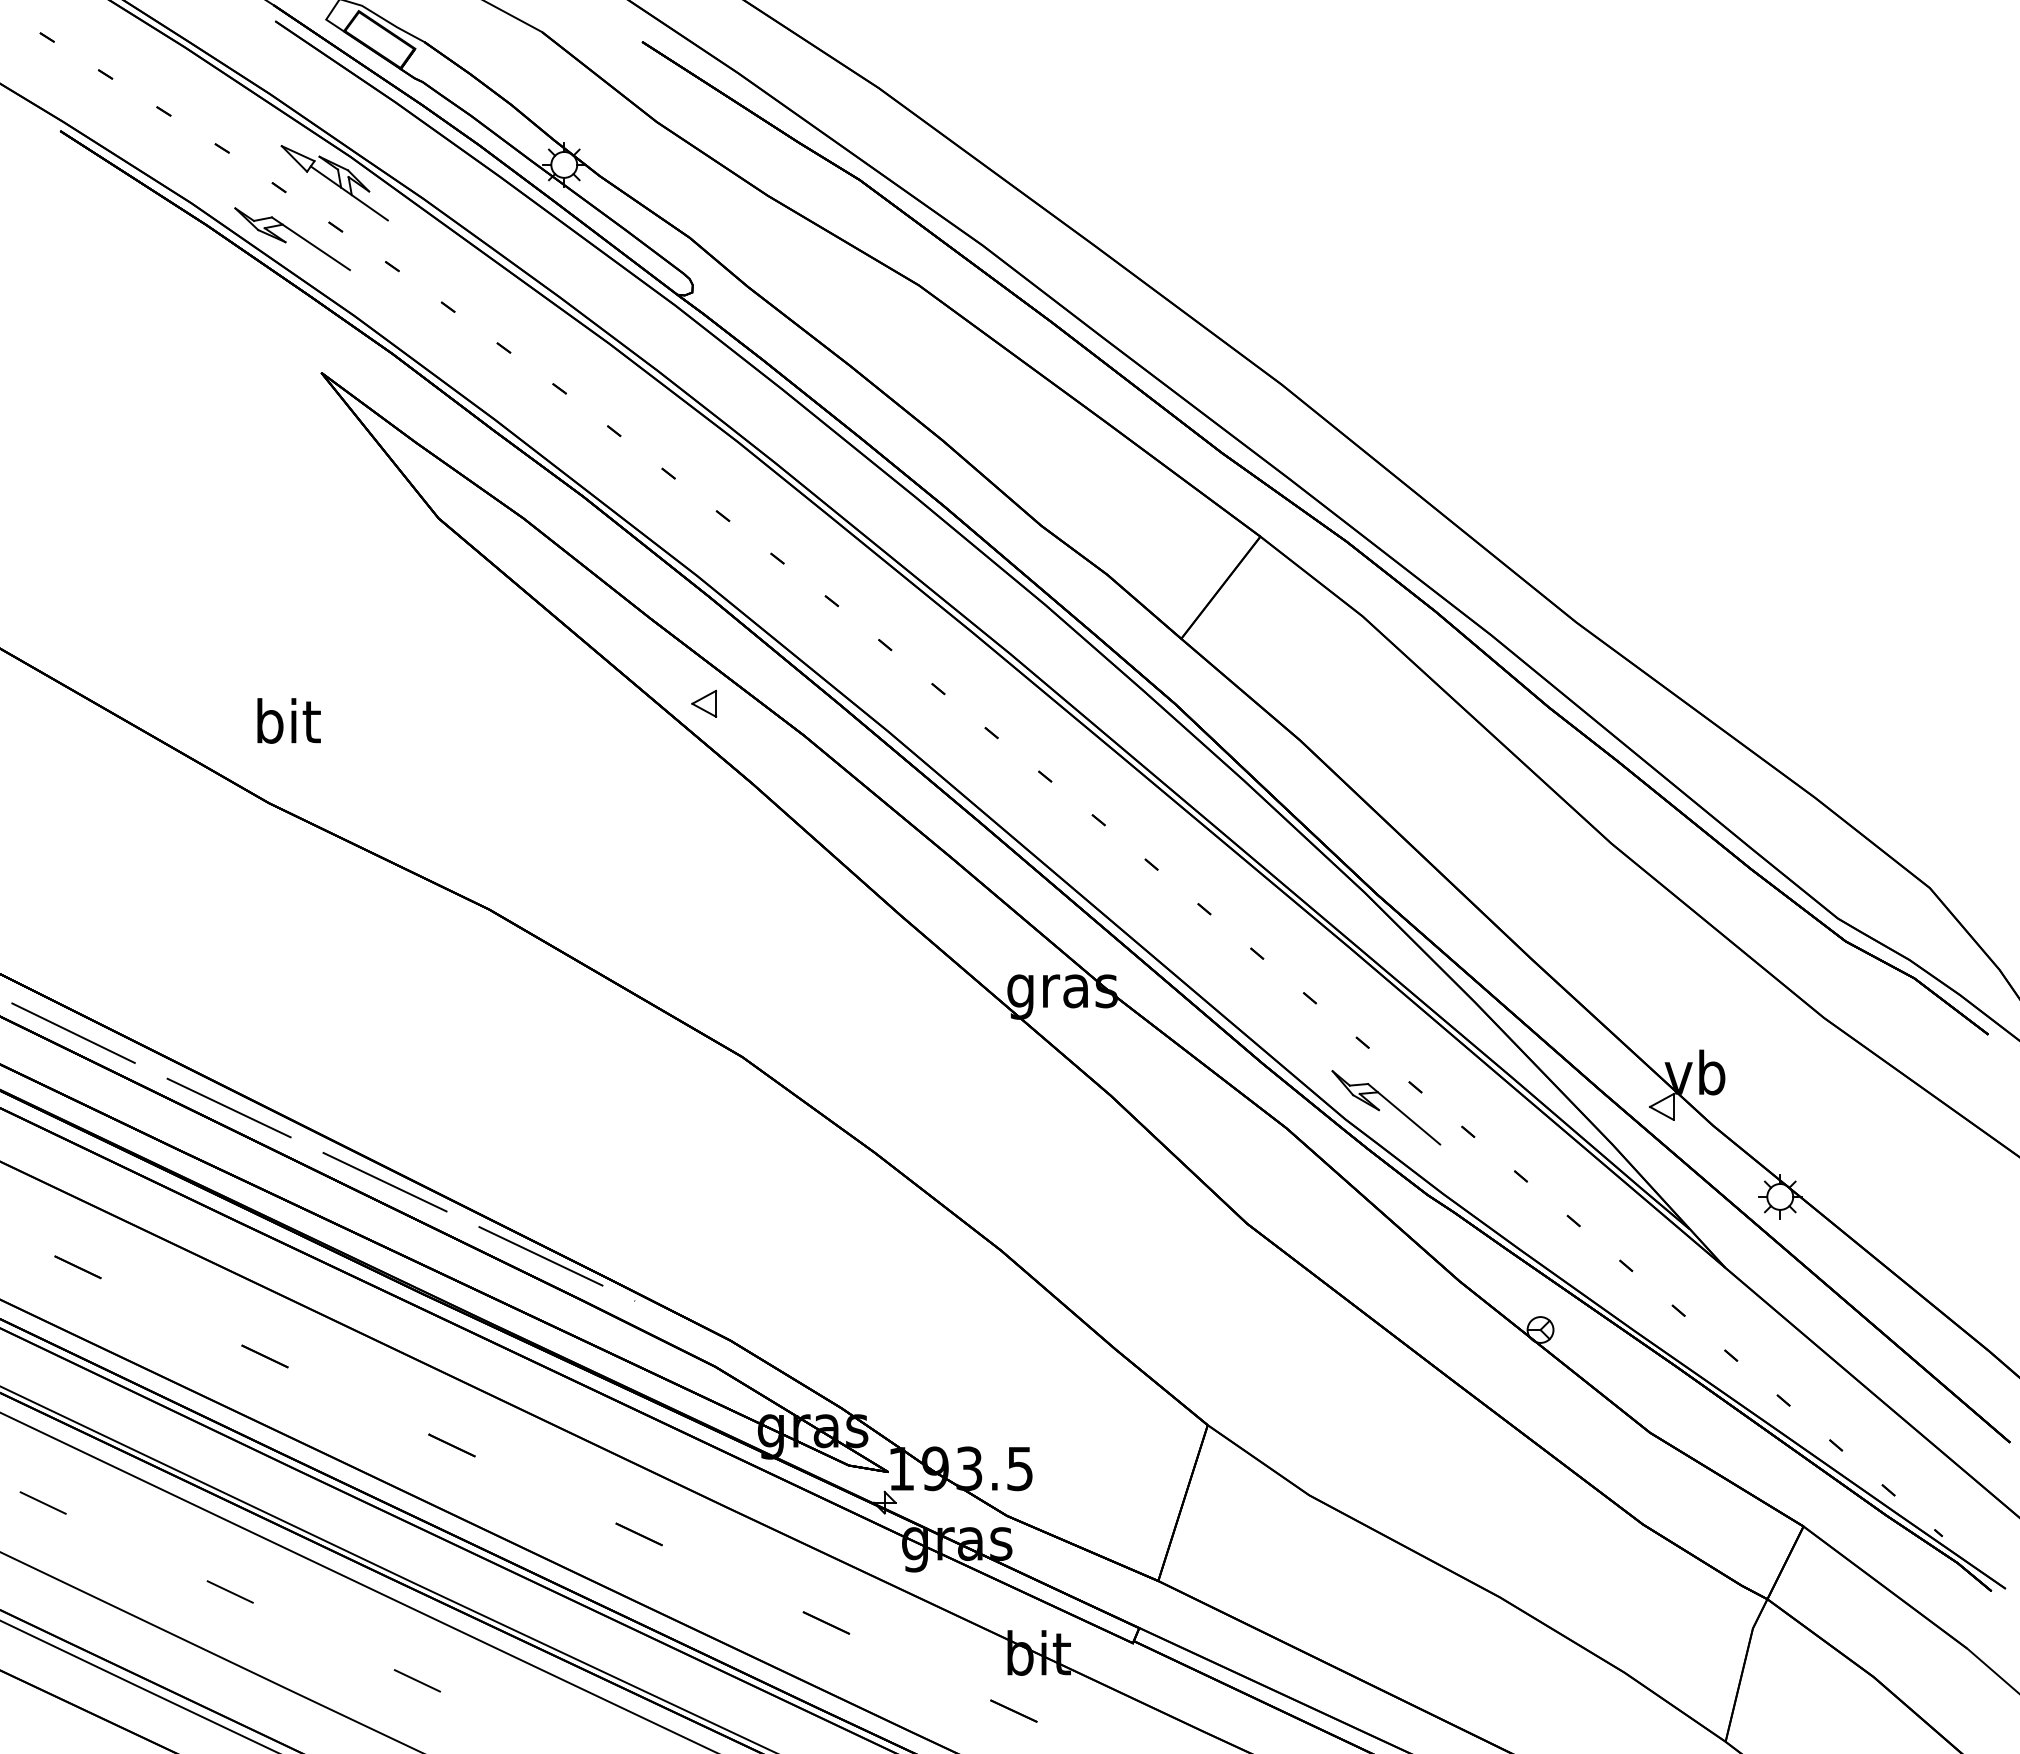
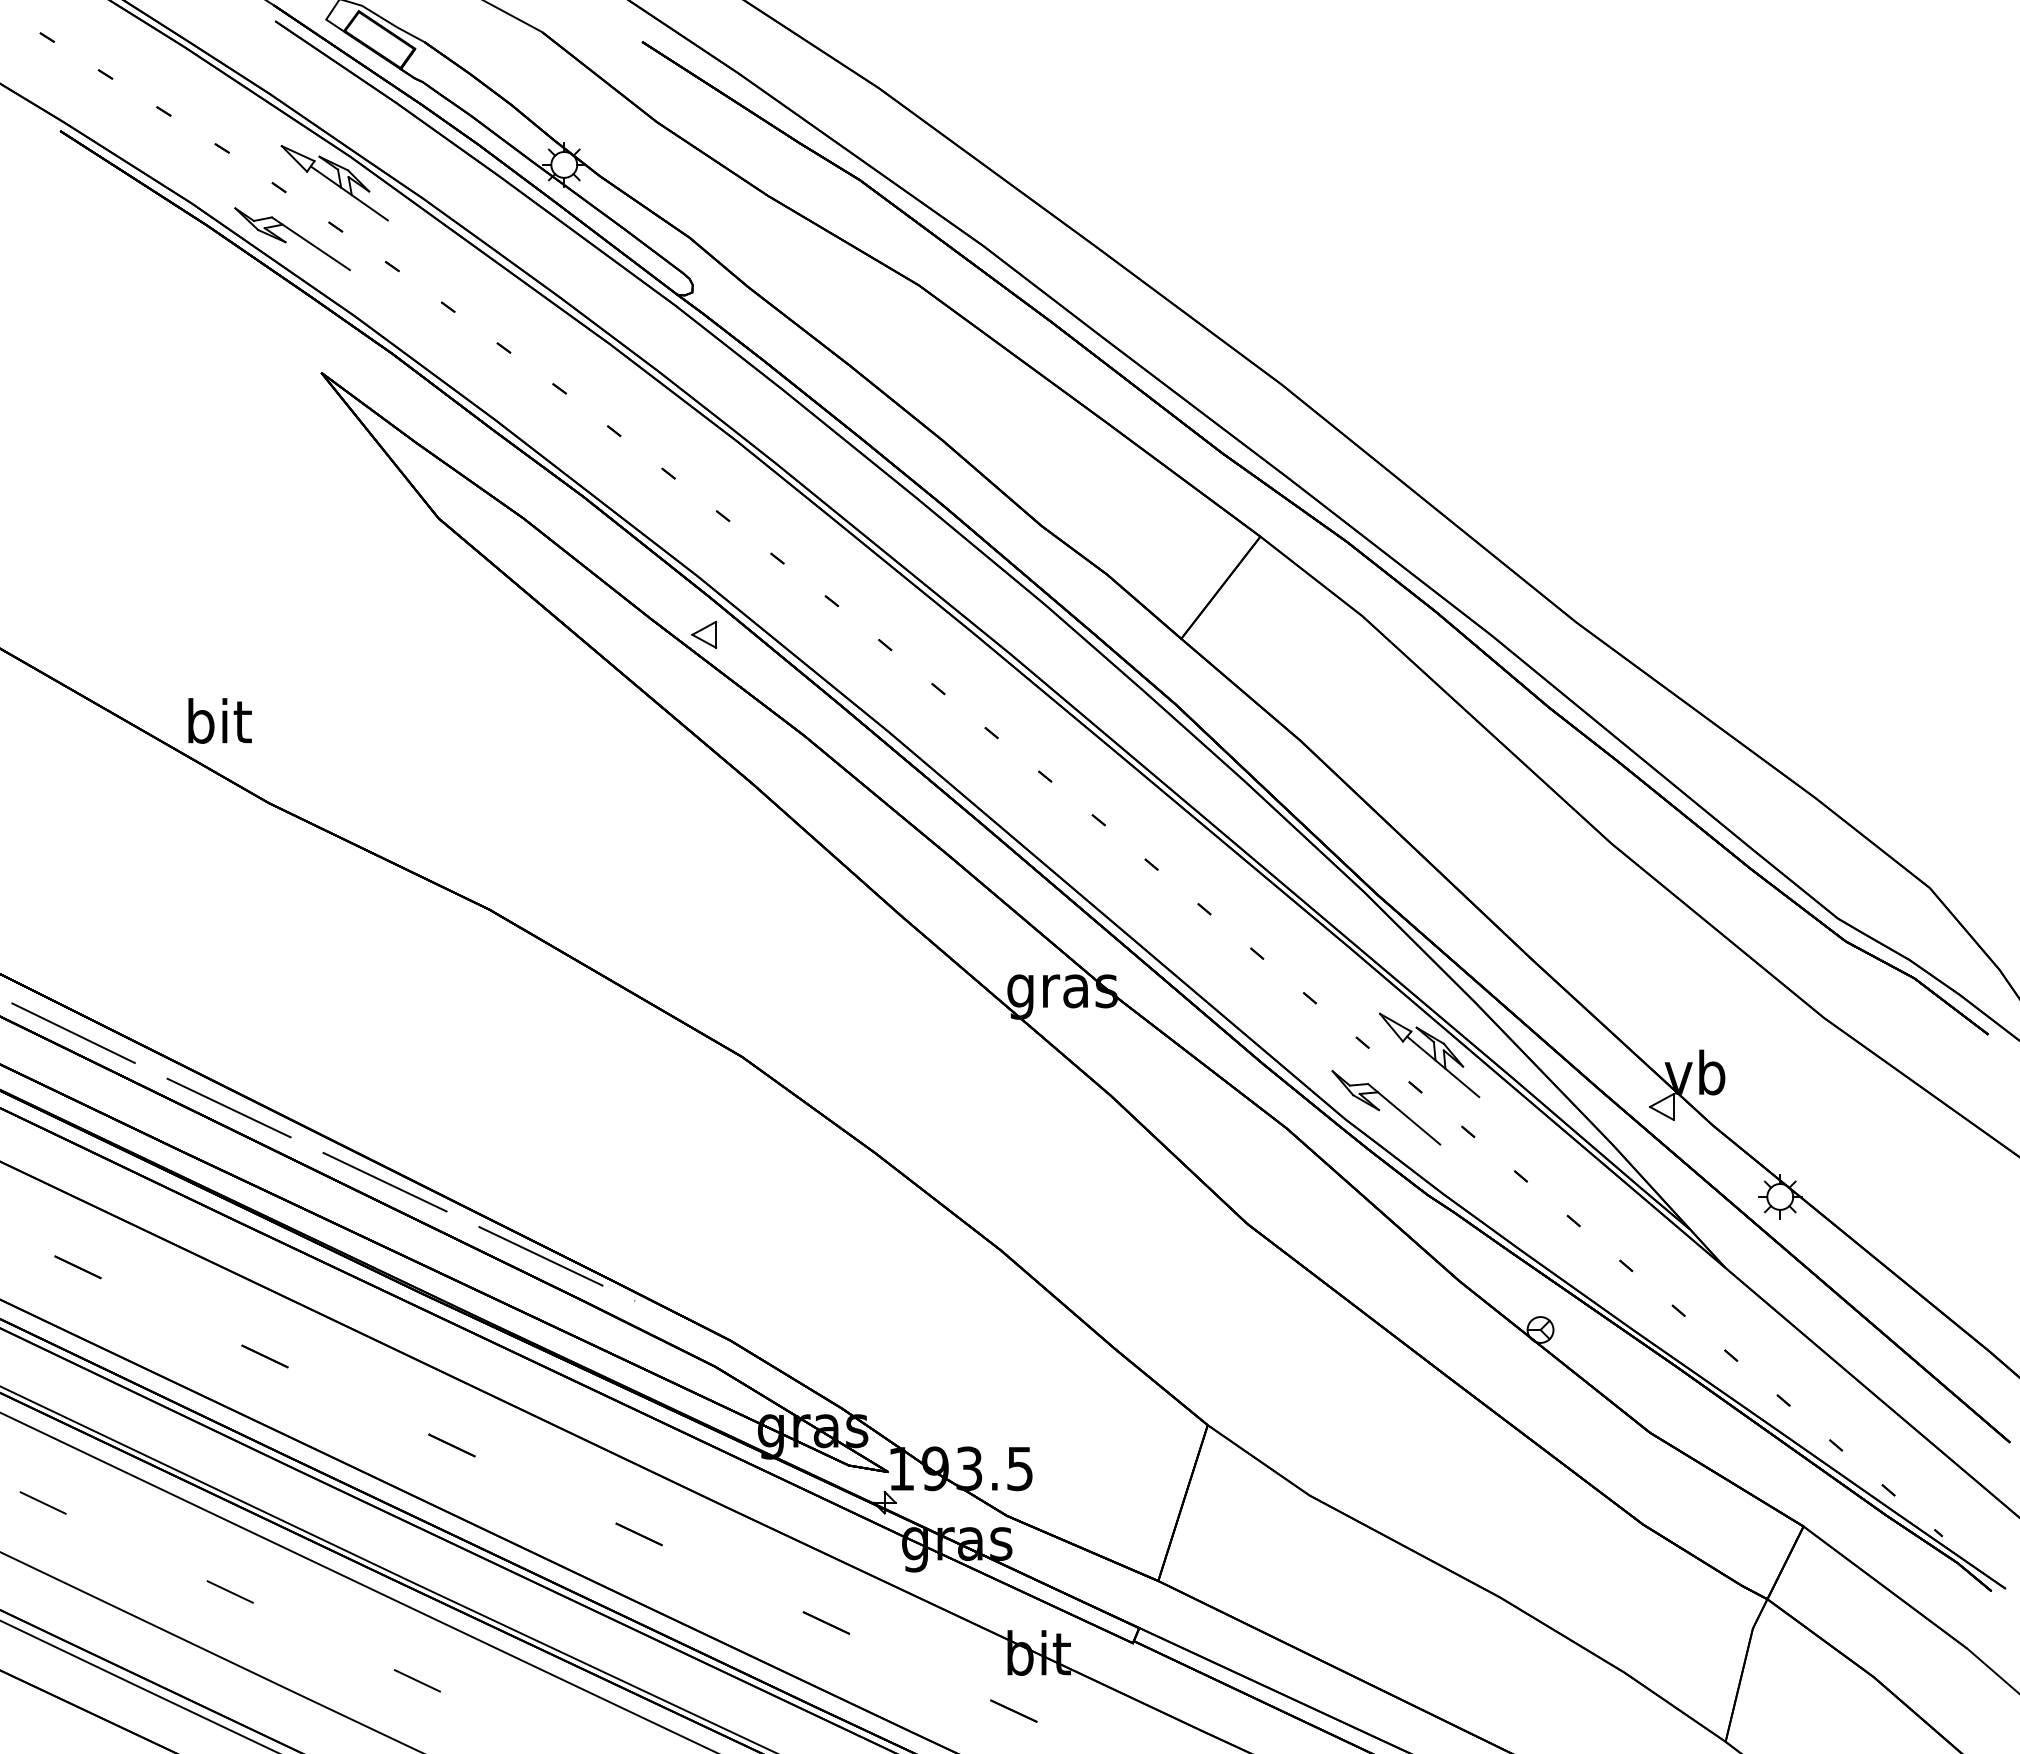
part at (704, 703) position: (704, 703) -> (704, 634)
text at (288, 720) position: (288, 720) -> (219, 720)
part at (1429, 1055): none -> present
